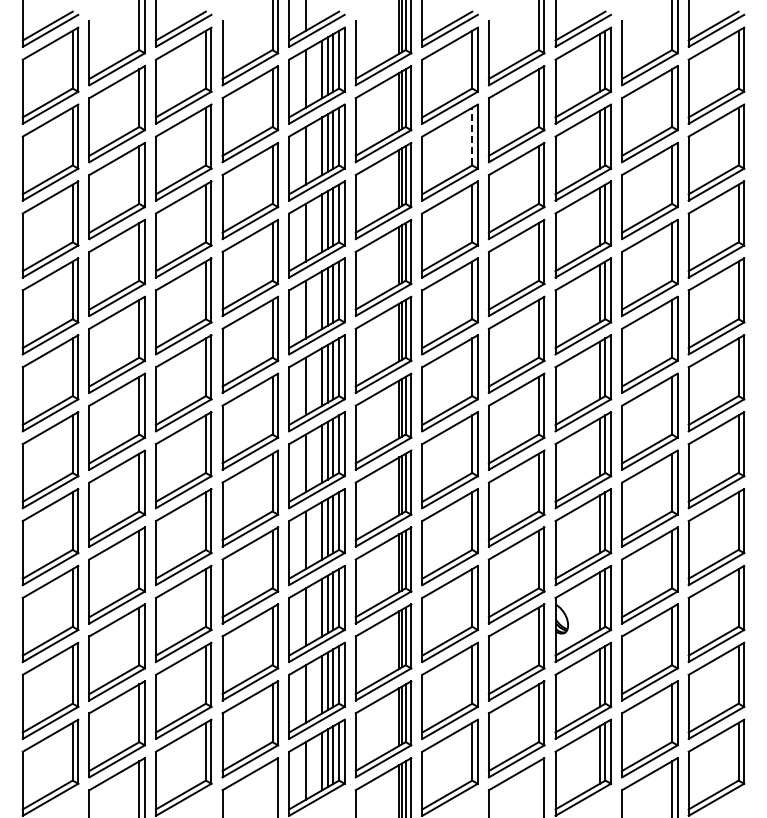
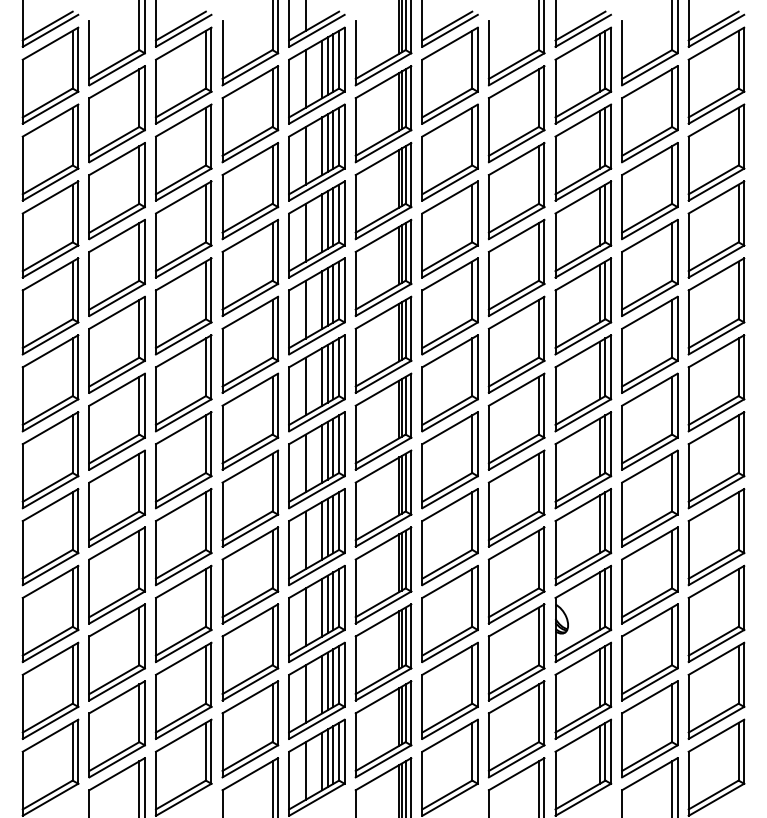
line at (472, 136): dashed -> solid
line at (272, 787): none -> present
line at (538, 787): none -> present
